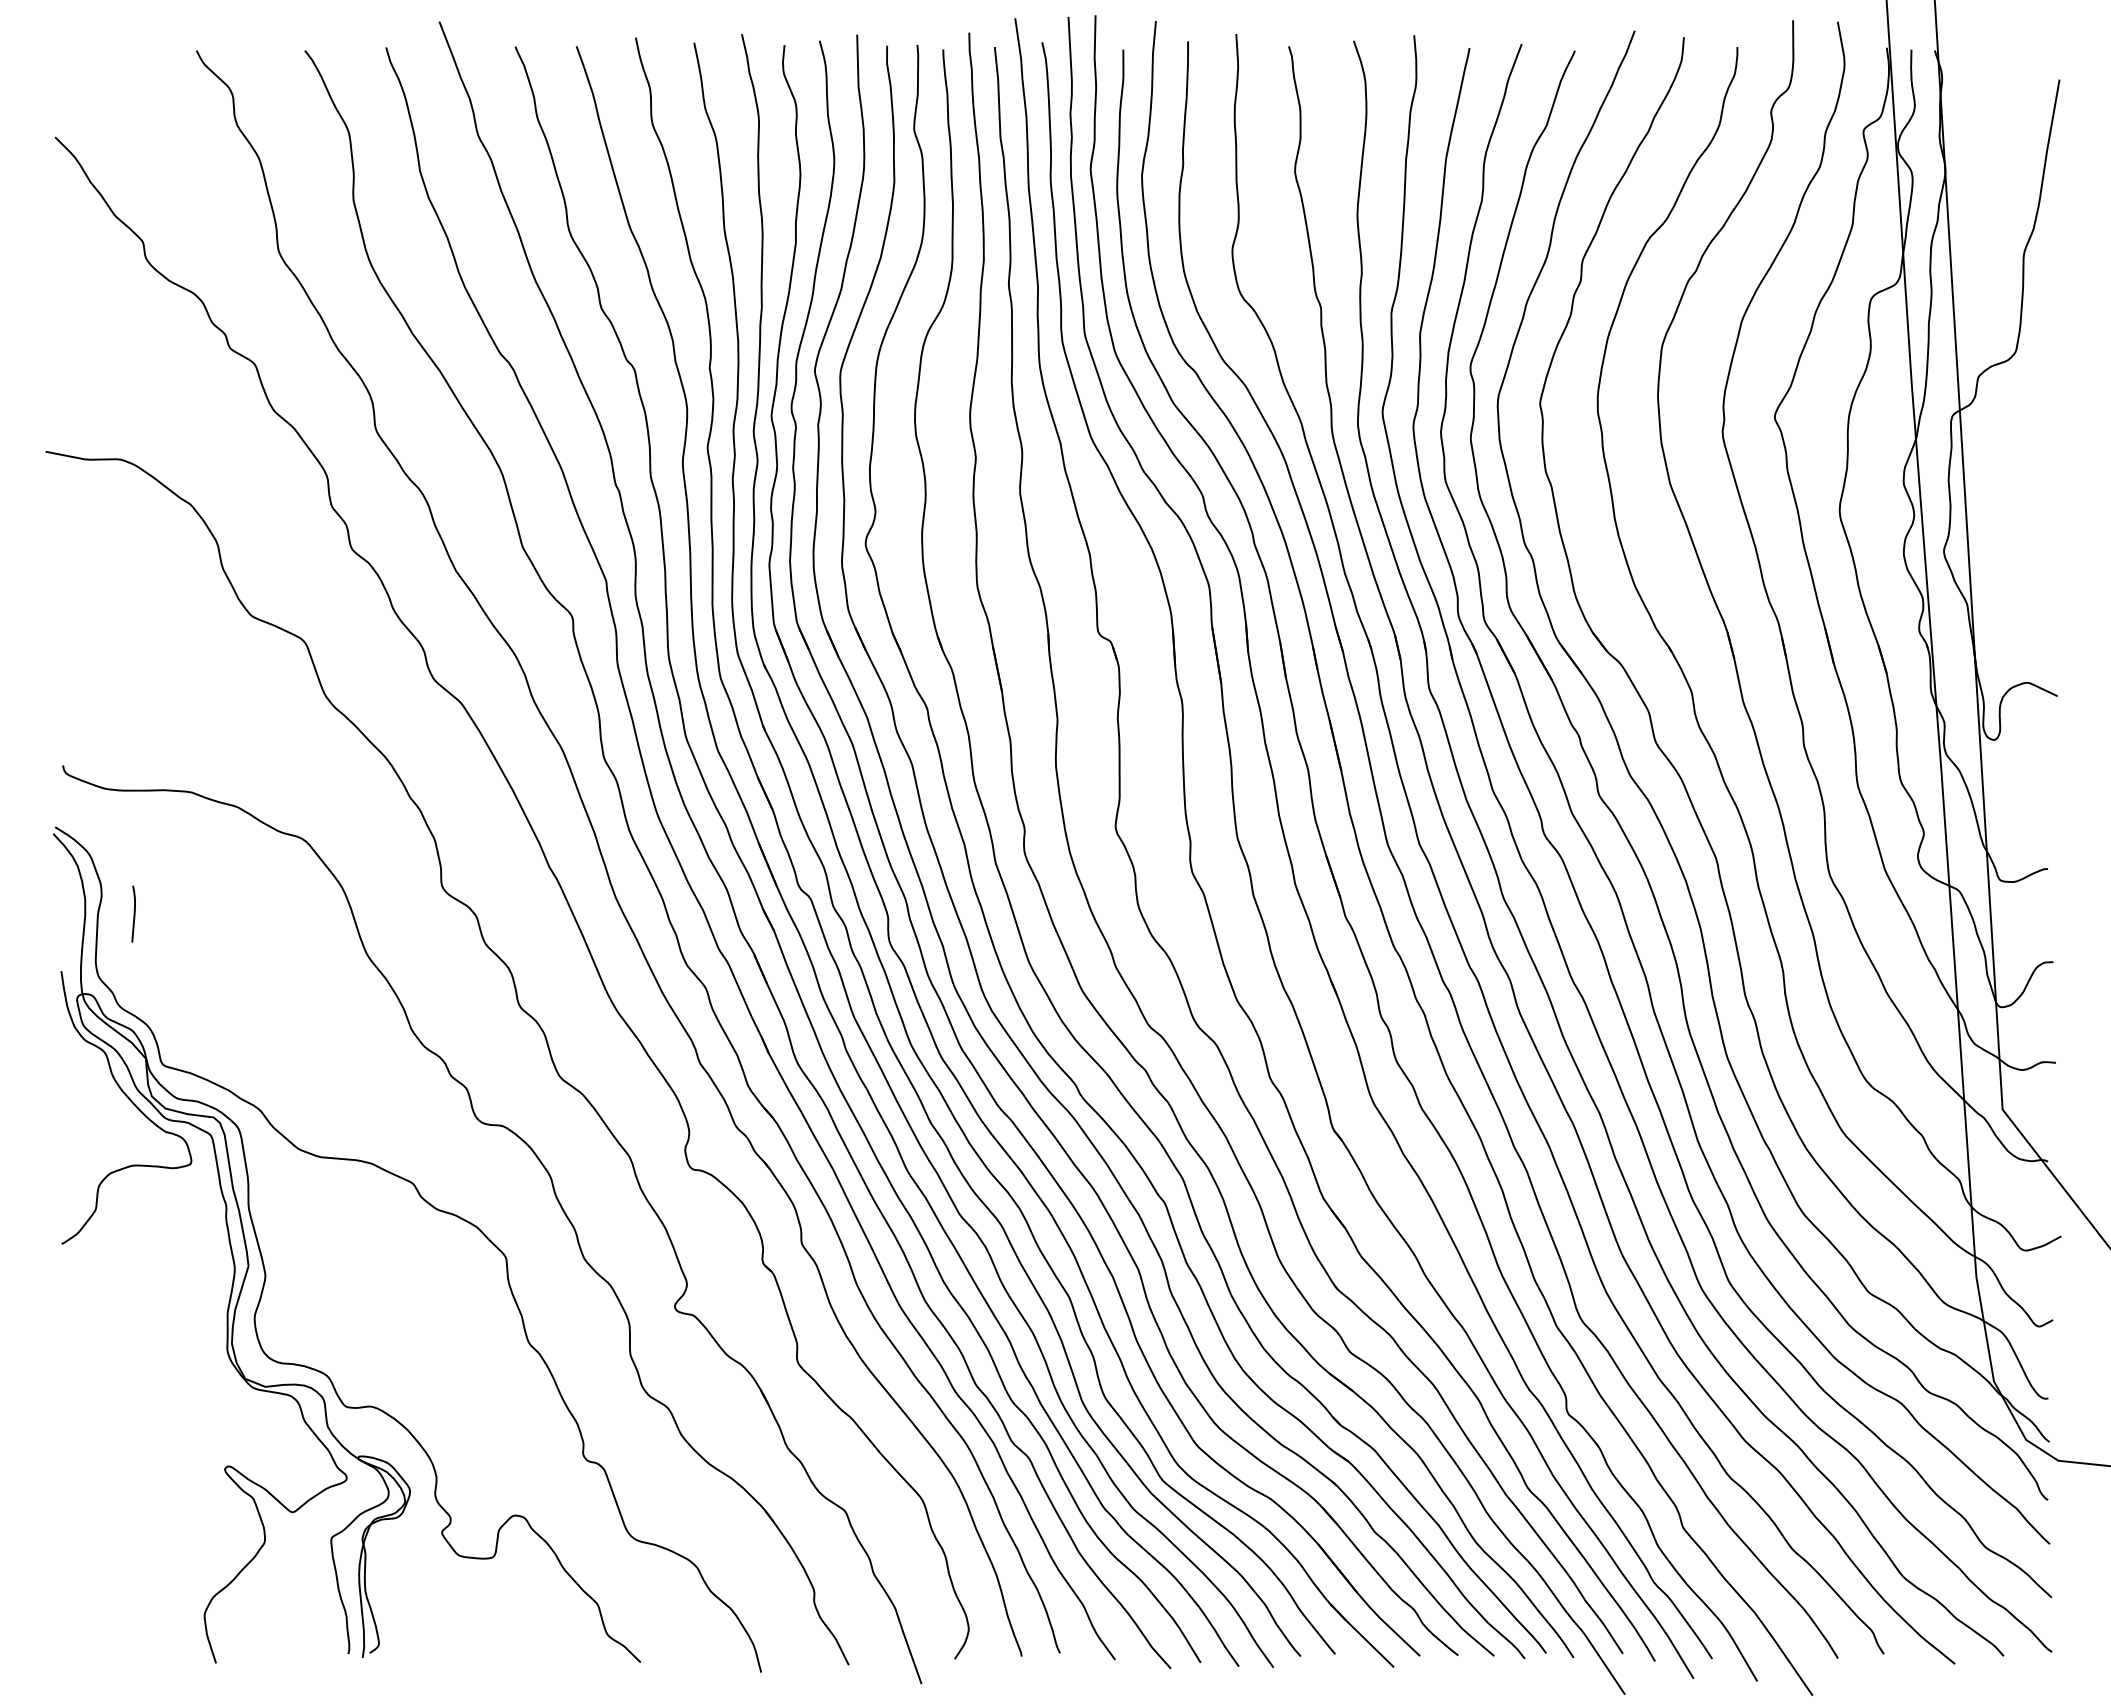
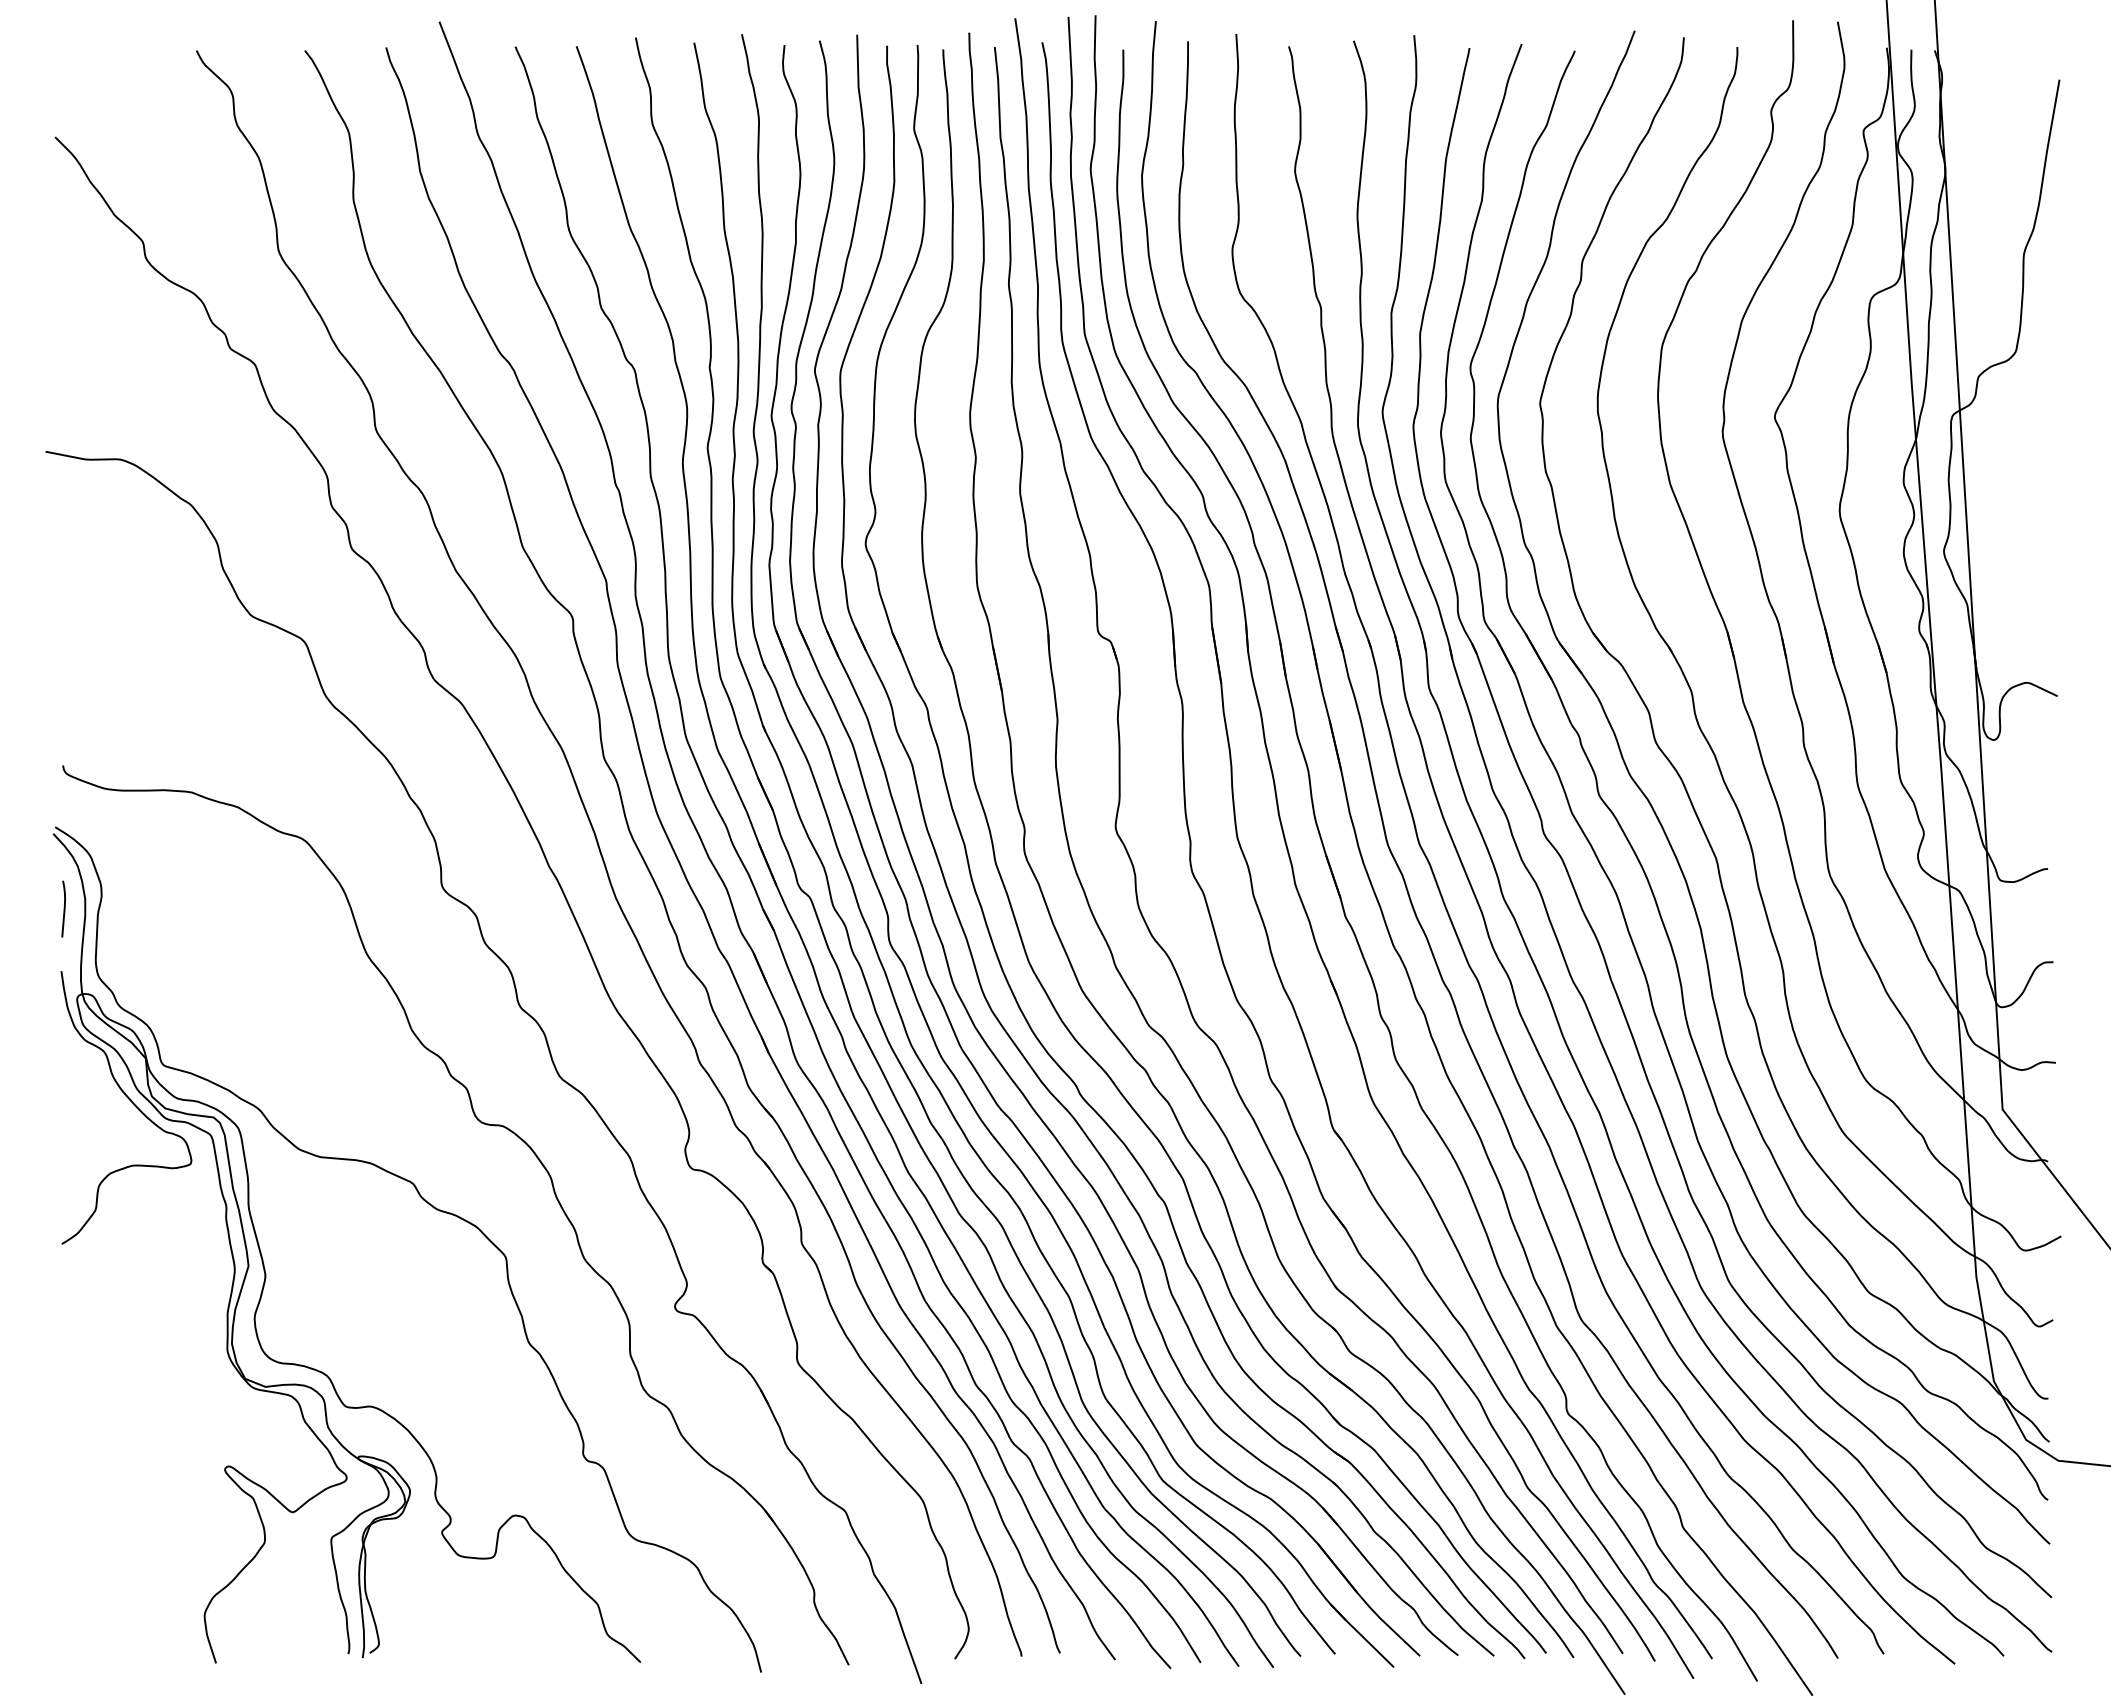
curve at (133, 913) position: (133, 913) -> (63, 908)
